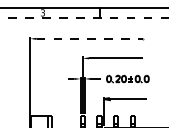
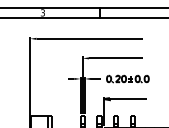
line at (84, 18): dashed -> solid
line at (90, 38): dashed -> solid
